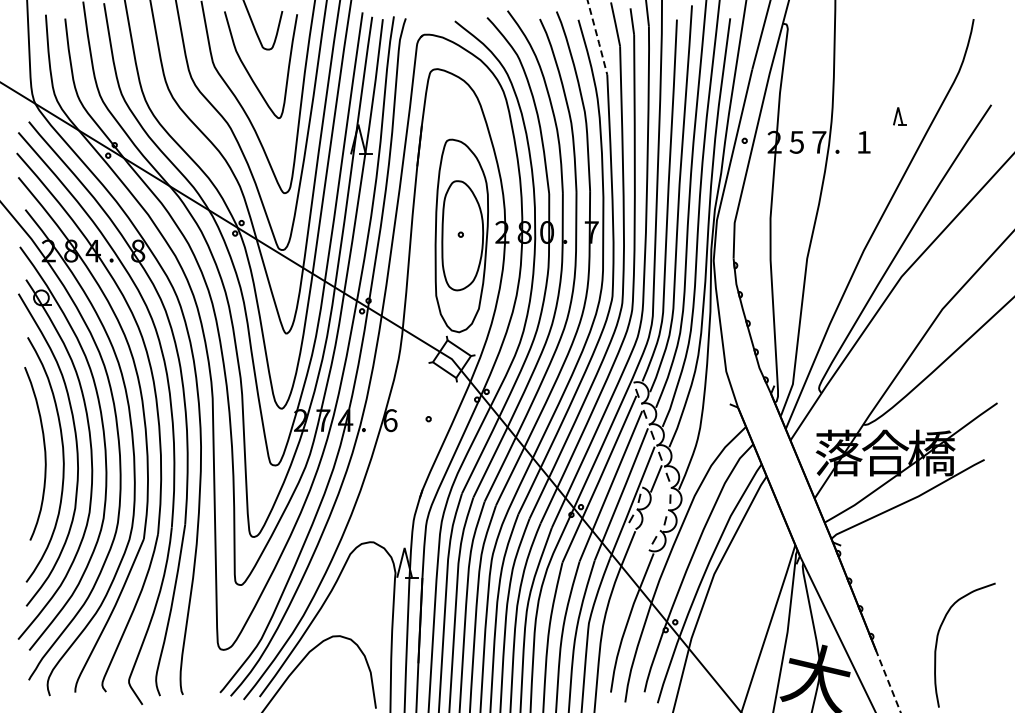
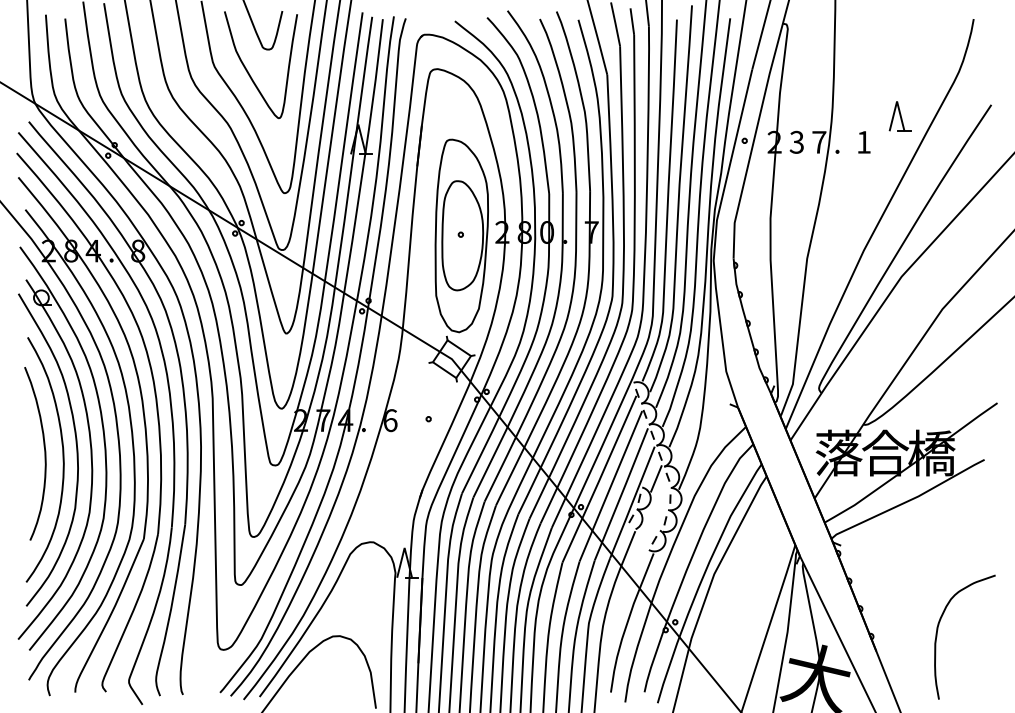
line at (597, 38): dashed -> solid
part at (899, 116) size: 14x19 px -> 24x31 px
text at (796, 141): 5 -> 3
curve at (938, 638) position: (938, 638) -> (938, 630)
line at (888, 681): dashed -> solid
